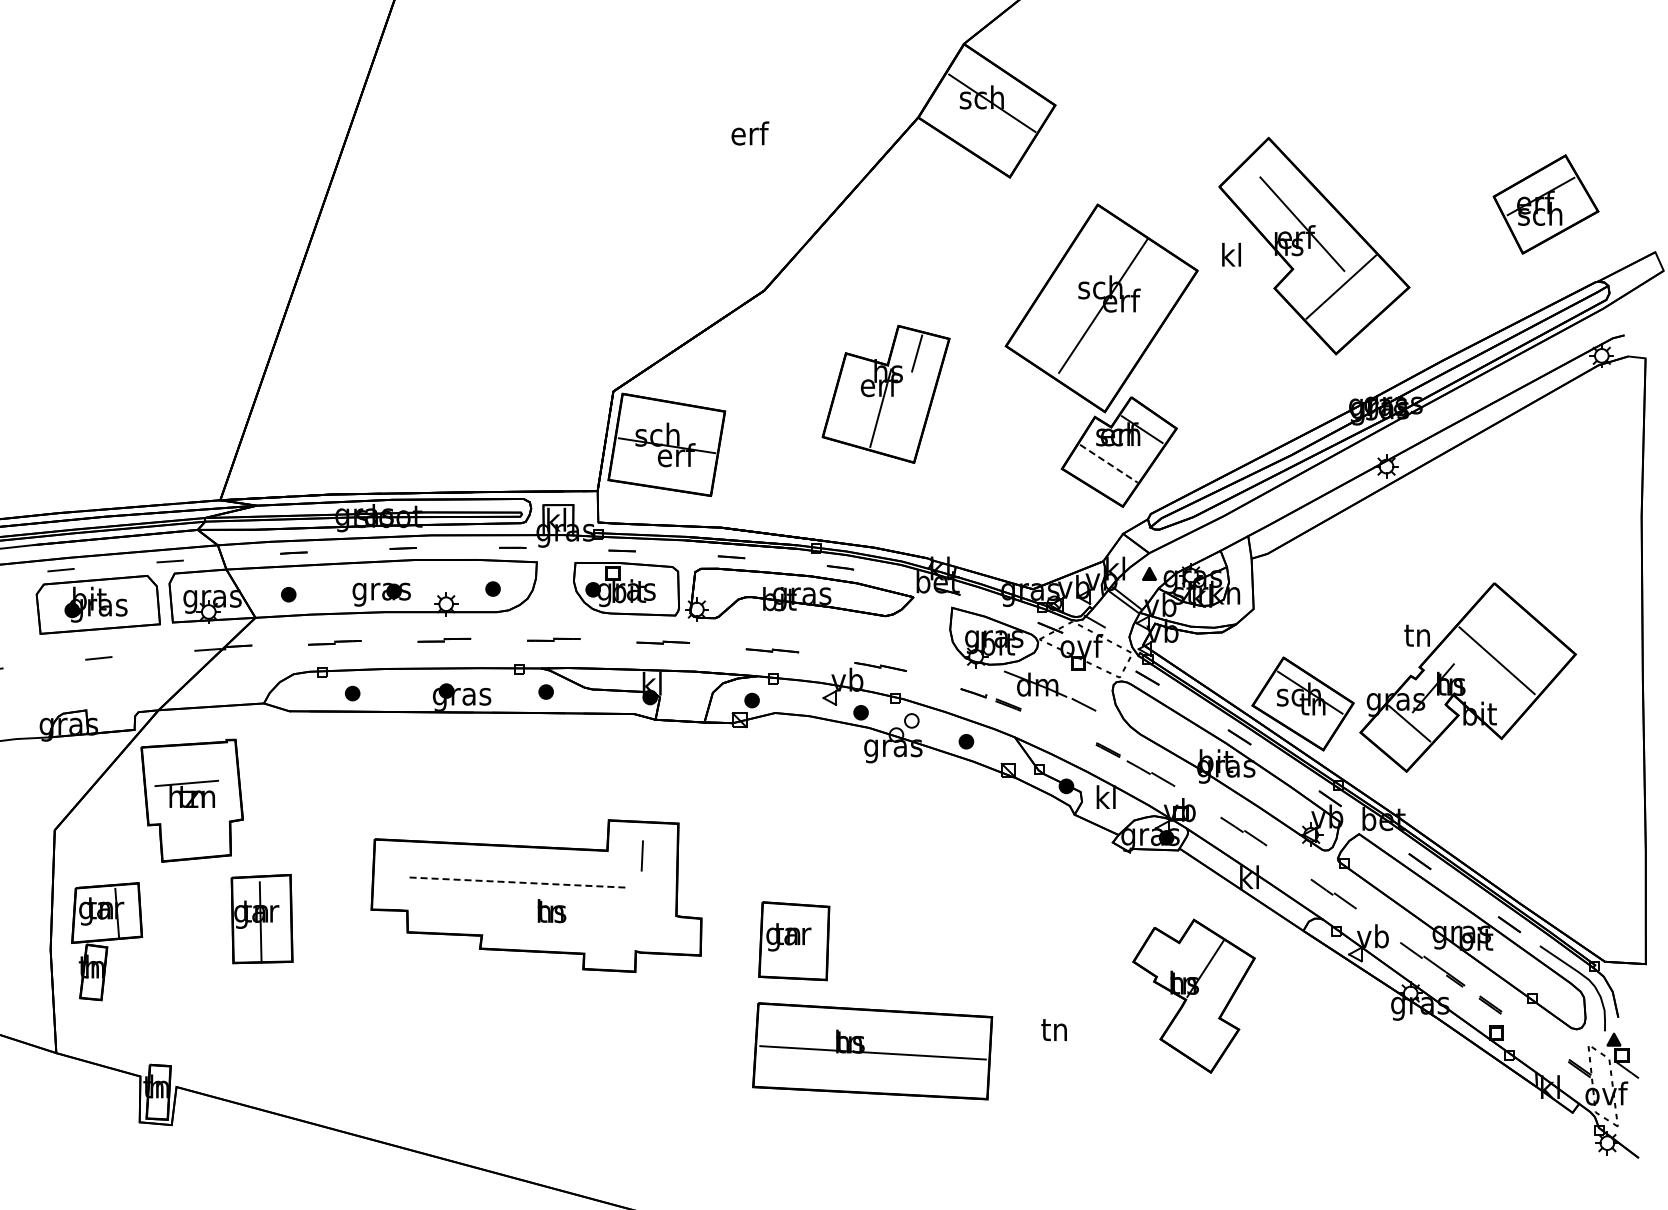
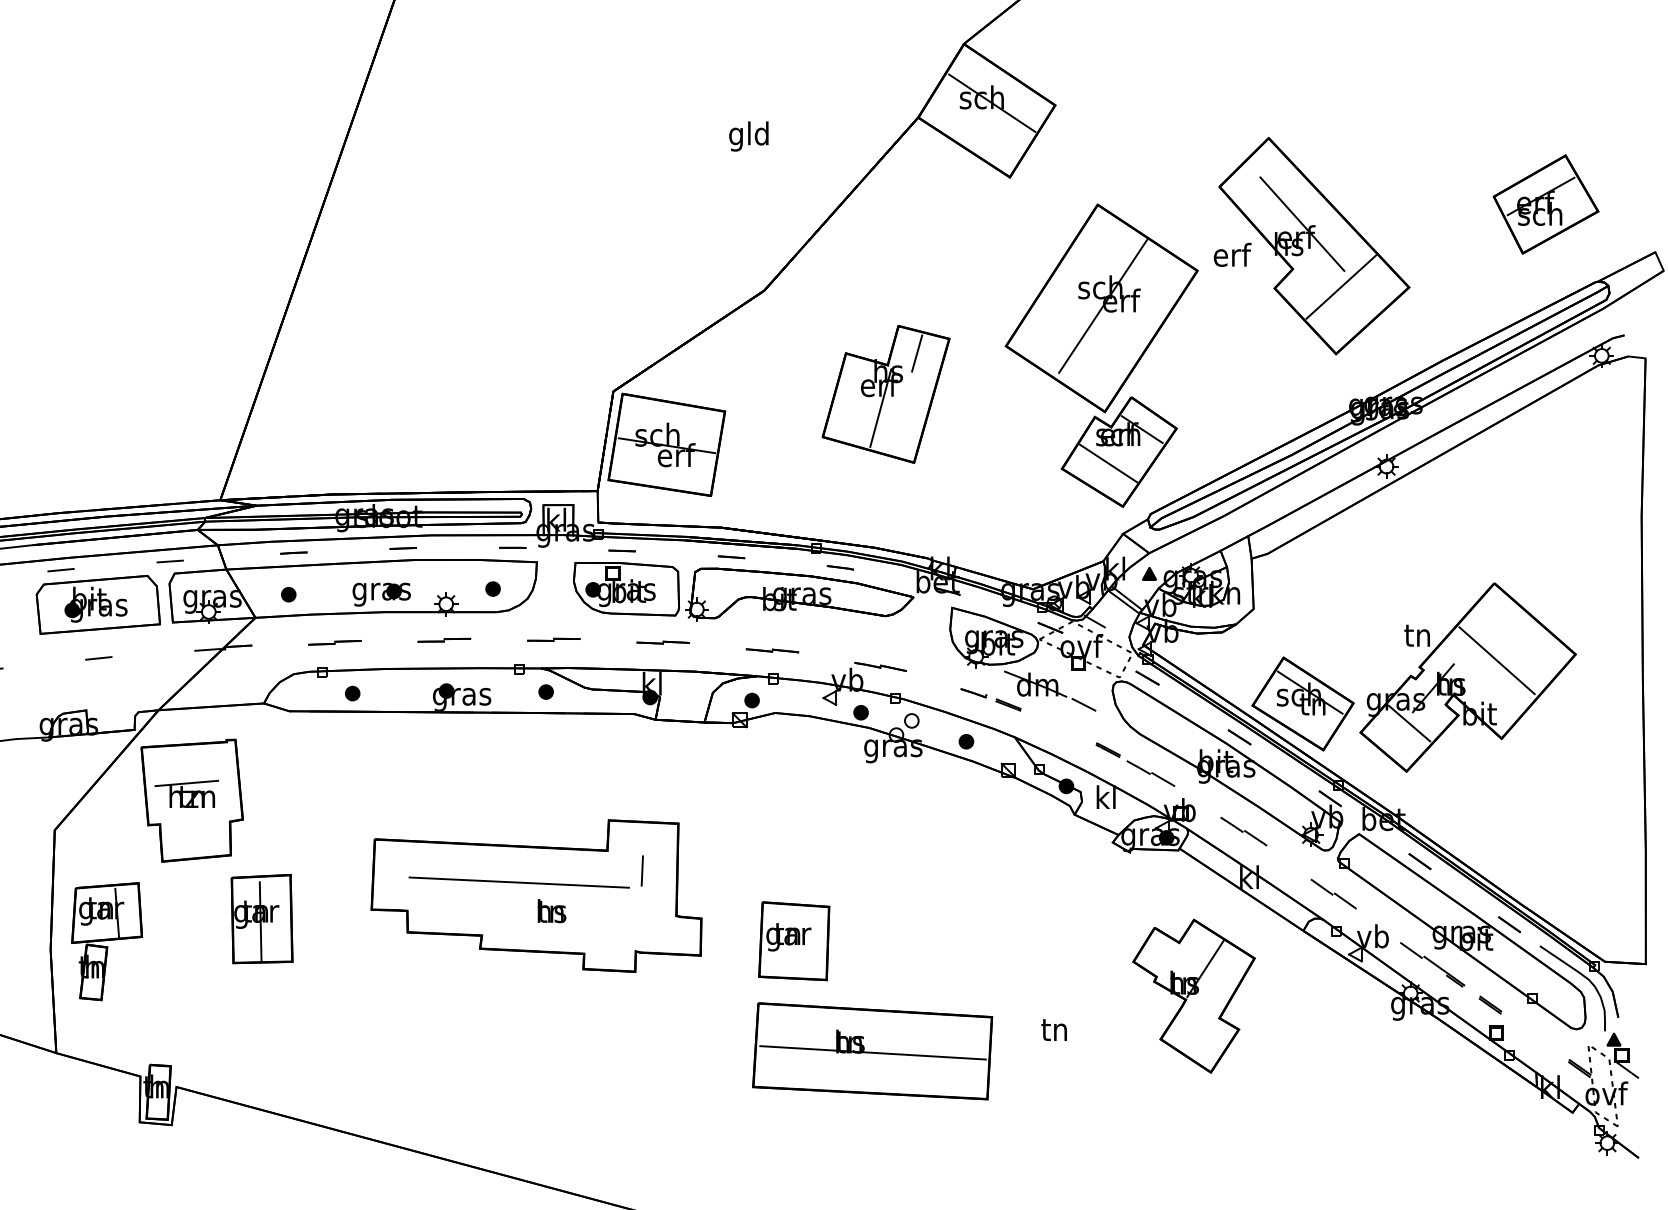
text at (749, 136): erf -> gld
text at (1232, 254): kl -> erf
line at (1109, 463): dashed -> solid
line at (641, 855) position: (641, 855) -> (641, 870)
line at (519, 882): dashed -> solid
